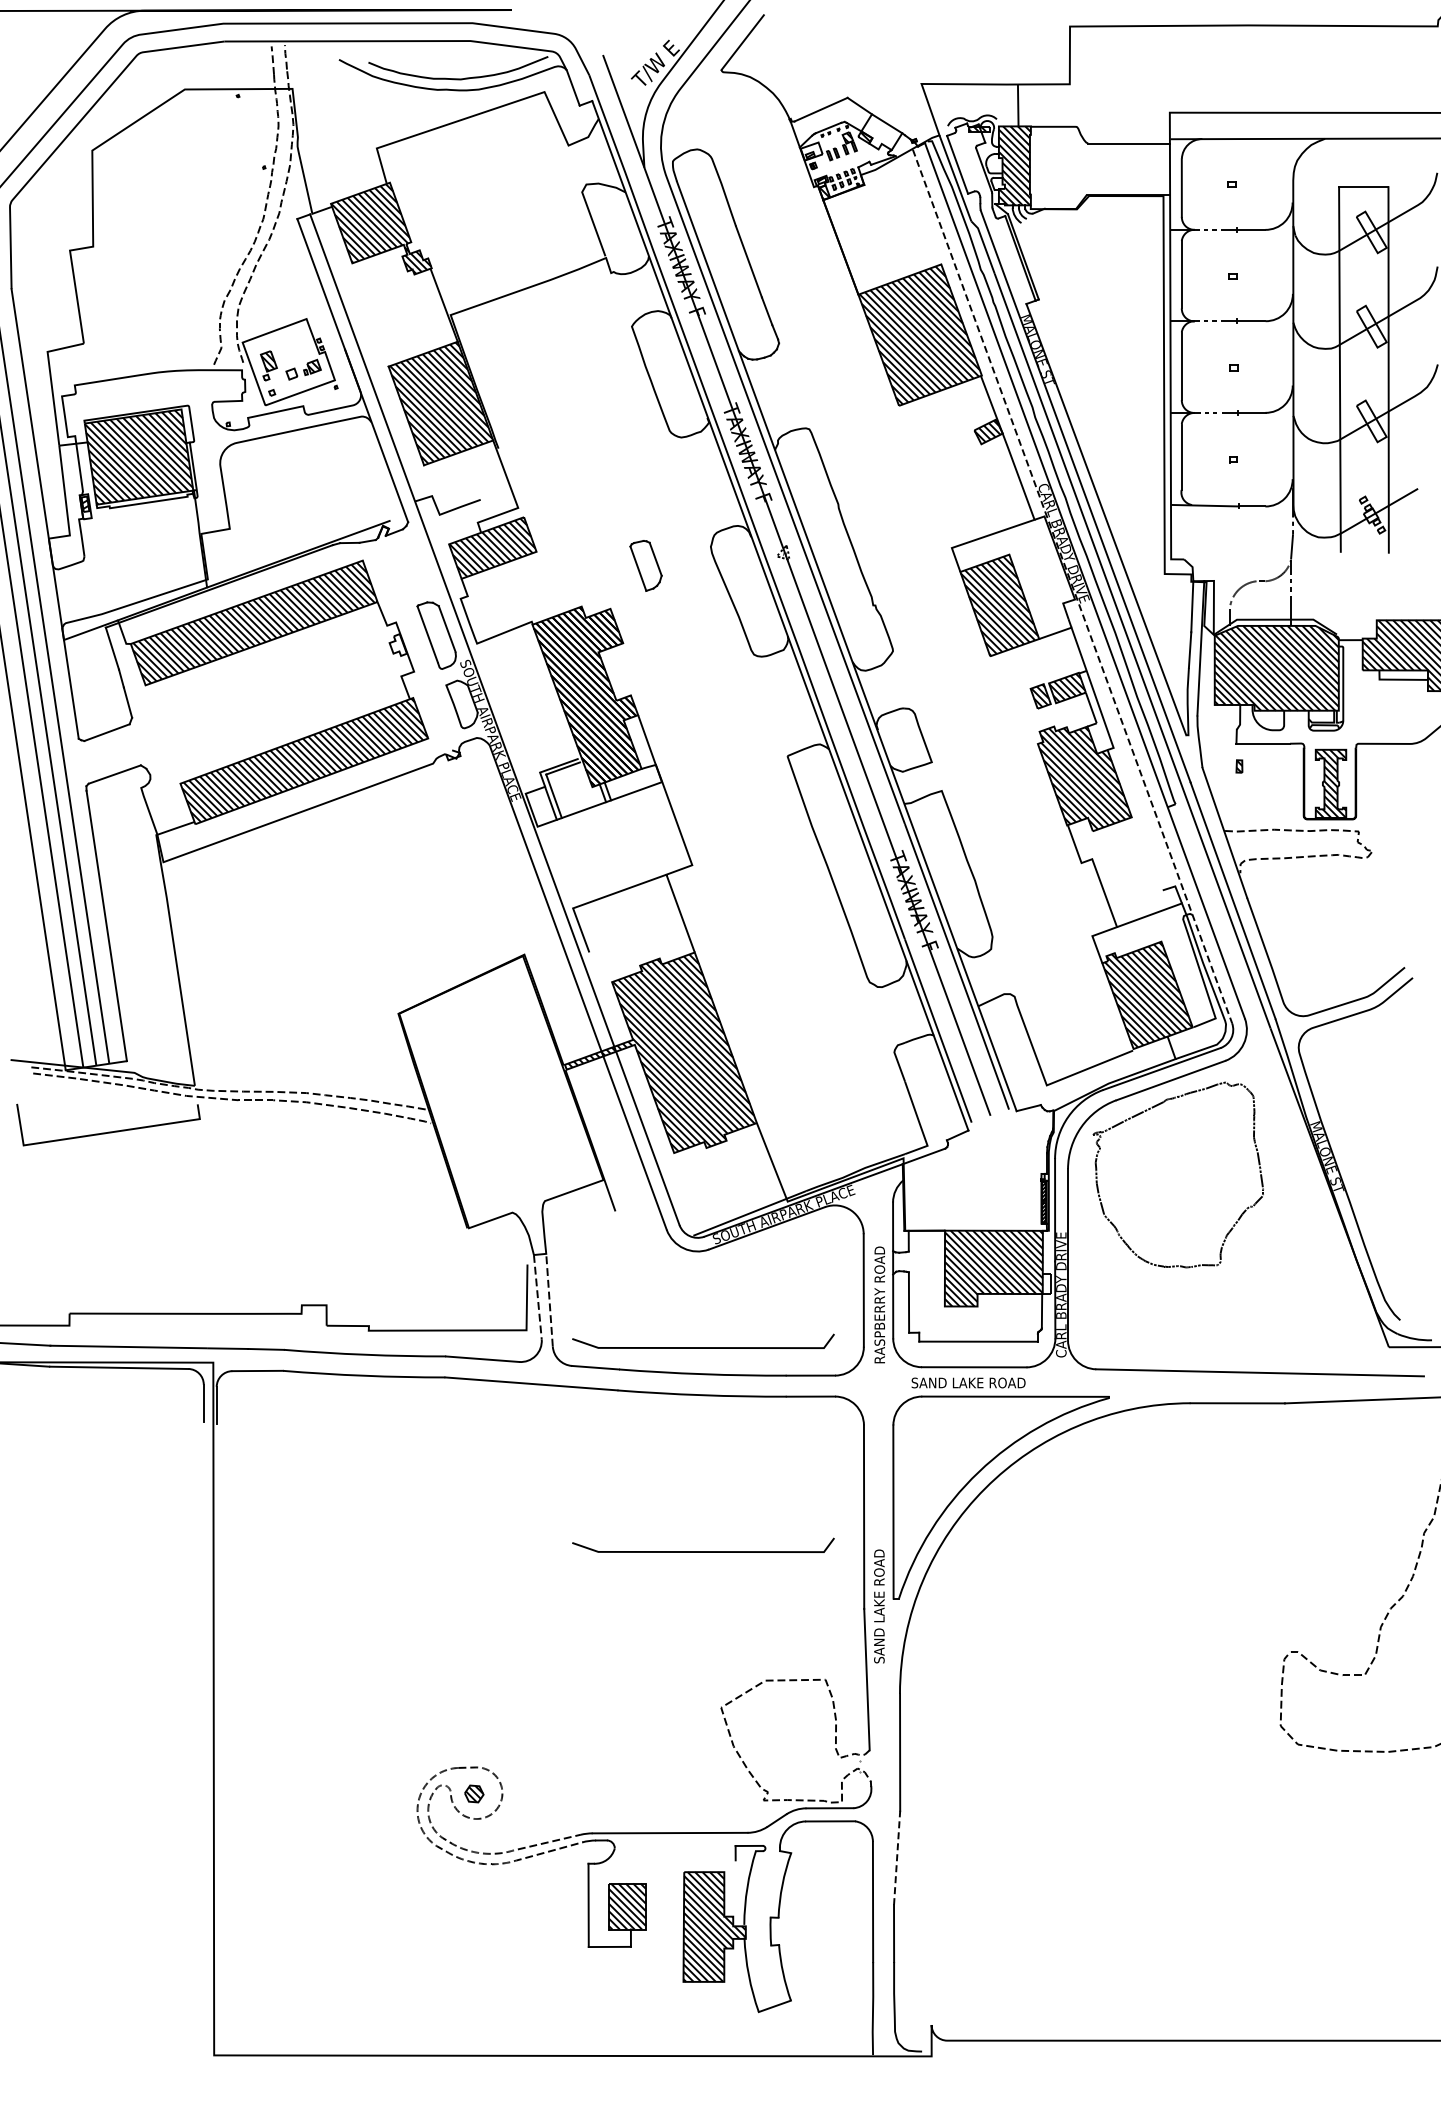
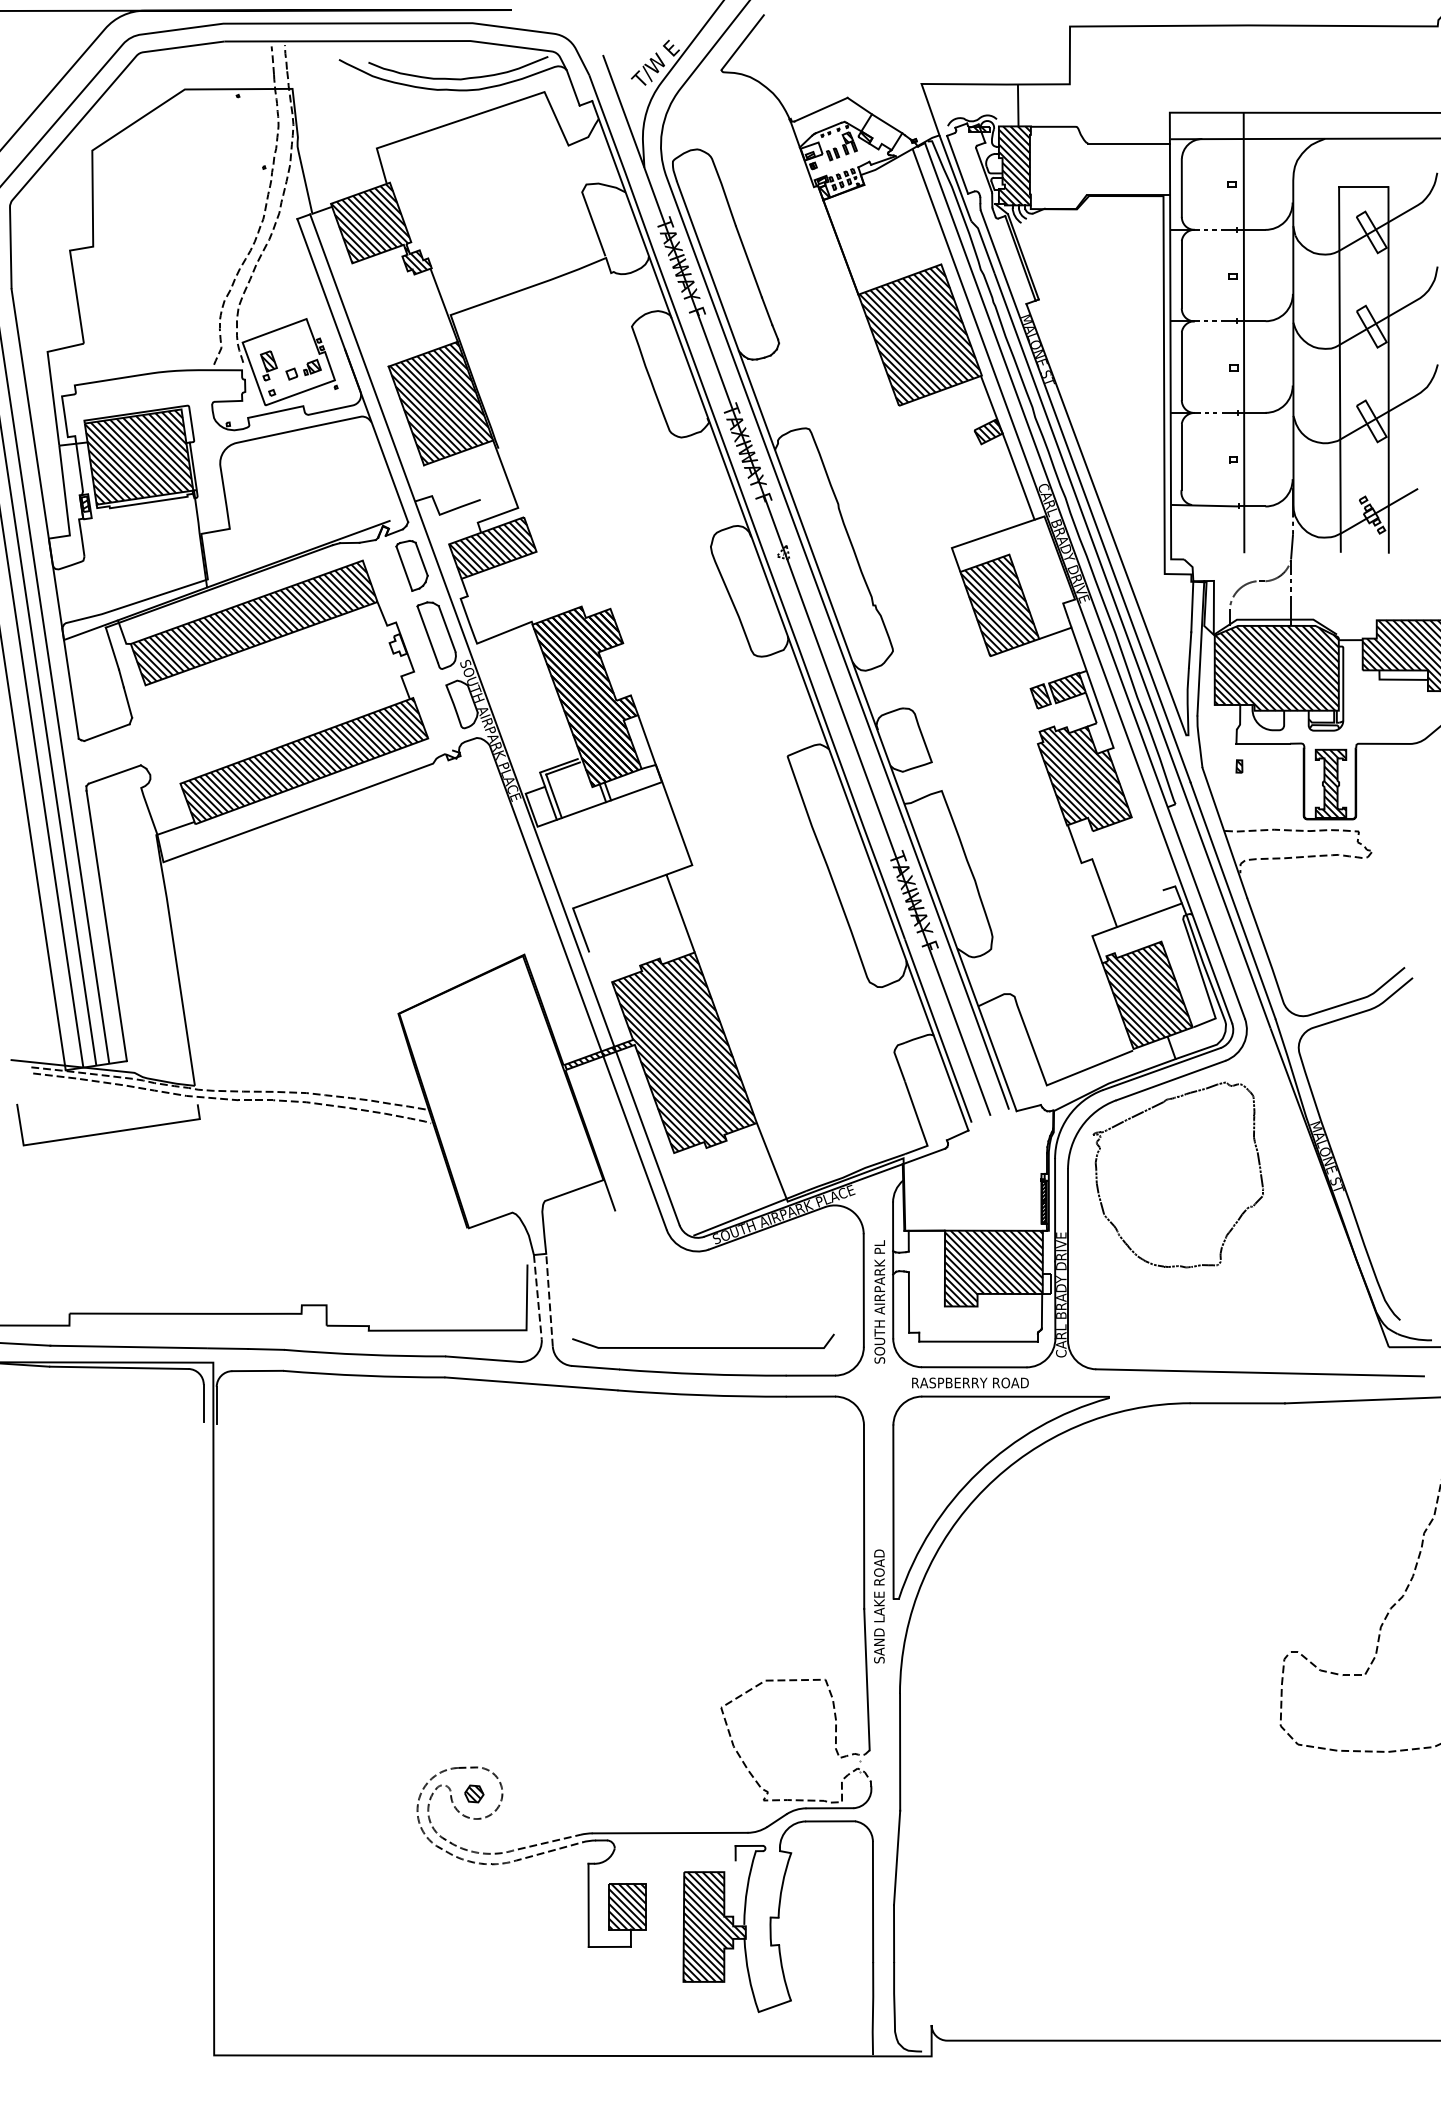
line at (1243, 332): none -> present
part at (645, 565) position: (645, 565) -> (411, 565)
line at (1072, 586): dashed -> solid
text at (879, 1301): RASPBERRY ROAD -> SOUTH AIRPARK PL
text at (969, 1382): SAND LAKE ROAD -> RASPBERRY ROAD
line at (703, 1551): present -> none
line at (897, 1857): dashed -> solid
